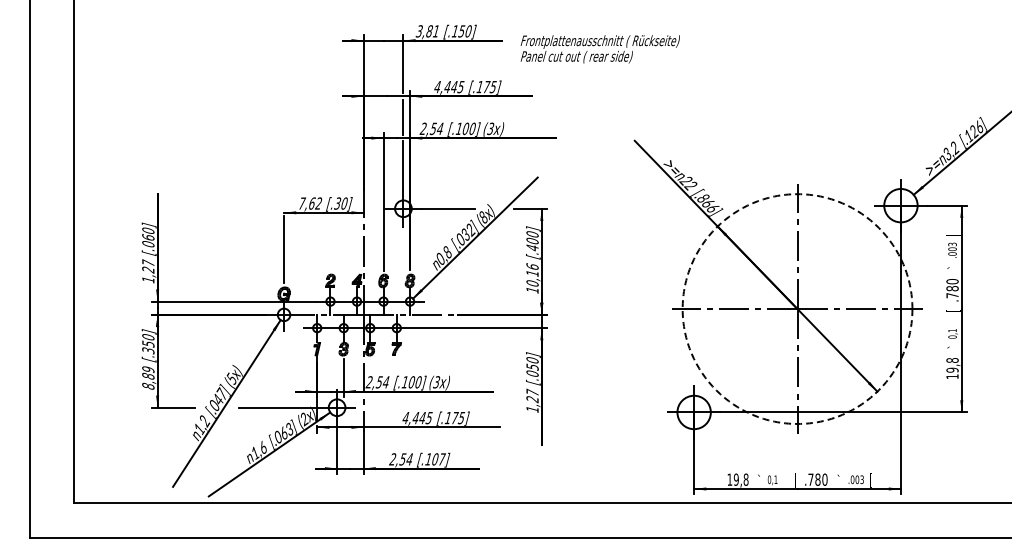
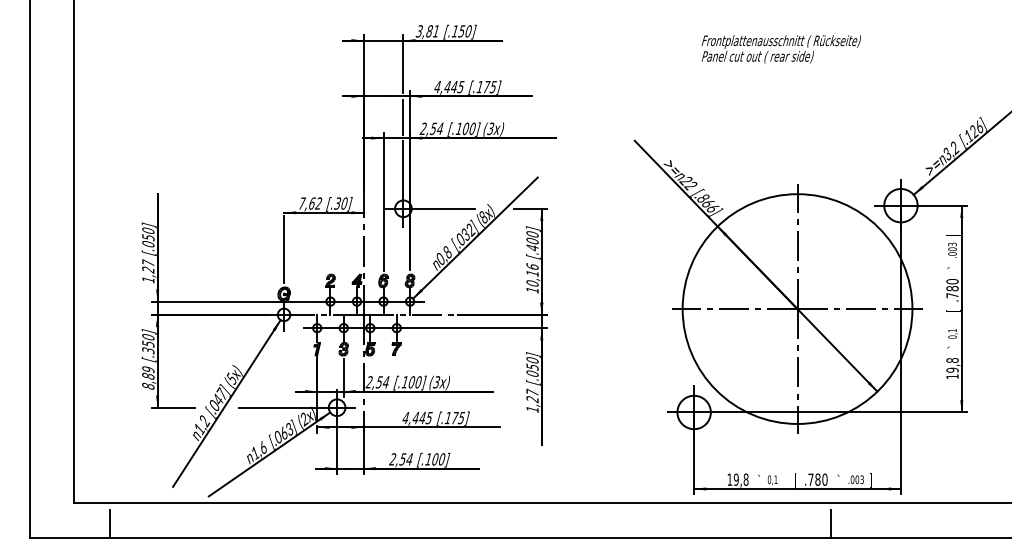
text at (599, 49) position: (599, 49) -> (780, 49)
text at (148, 237): [.060] -> [.050]
circle at (797, 308): dashed -> solid
text at (442, 459): [.107] -> [.100]
text at (870, 480): [ -> ]
line at (110, 524): none -> present
line at (831, 524): none -> present
